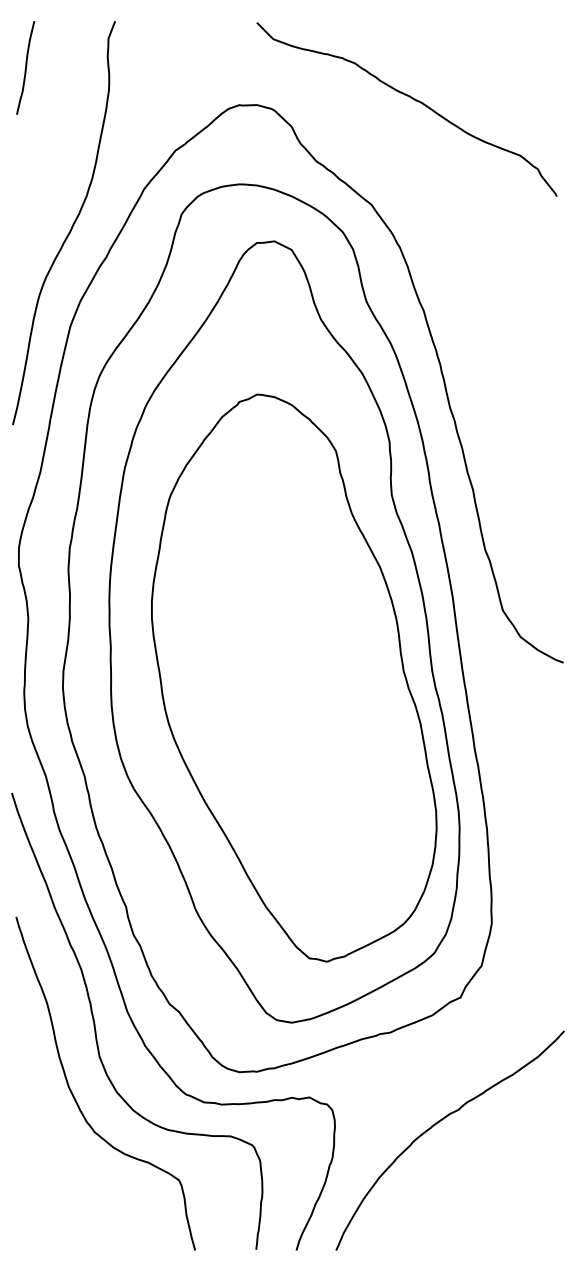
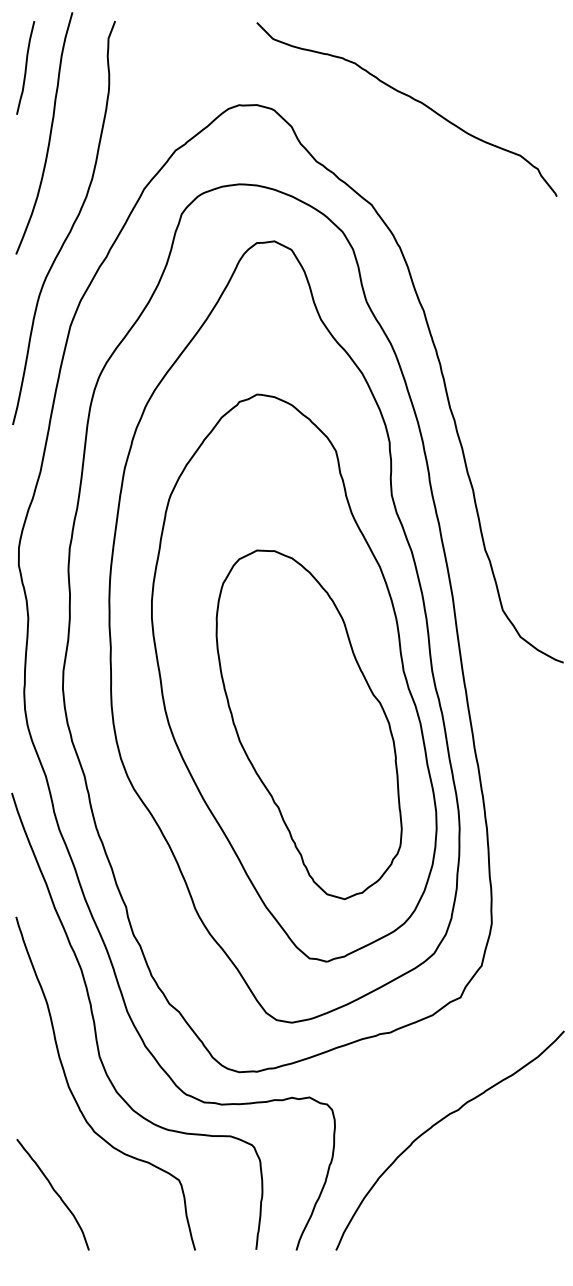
curve at (49, 133): none -> present
part at (308, 724): none -> present
curve at (54, 1192): none -> present
